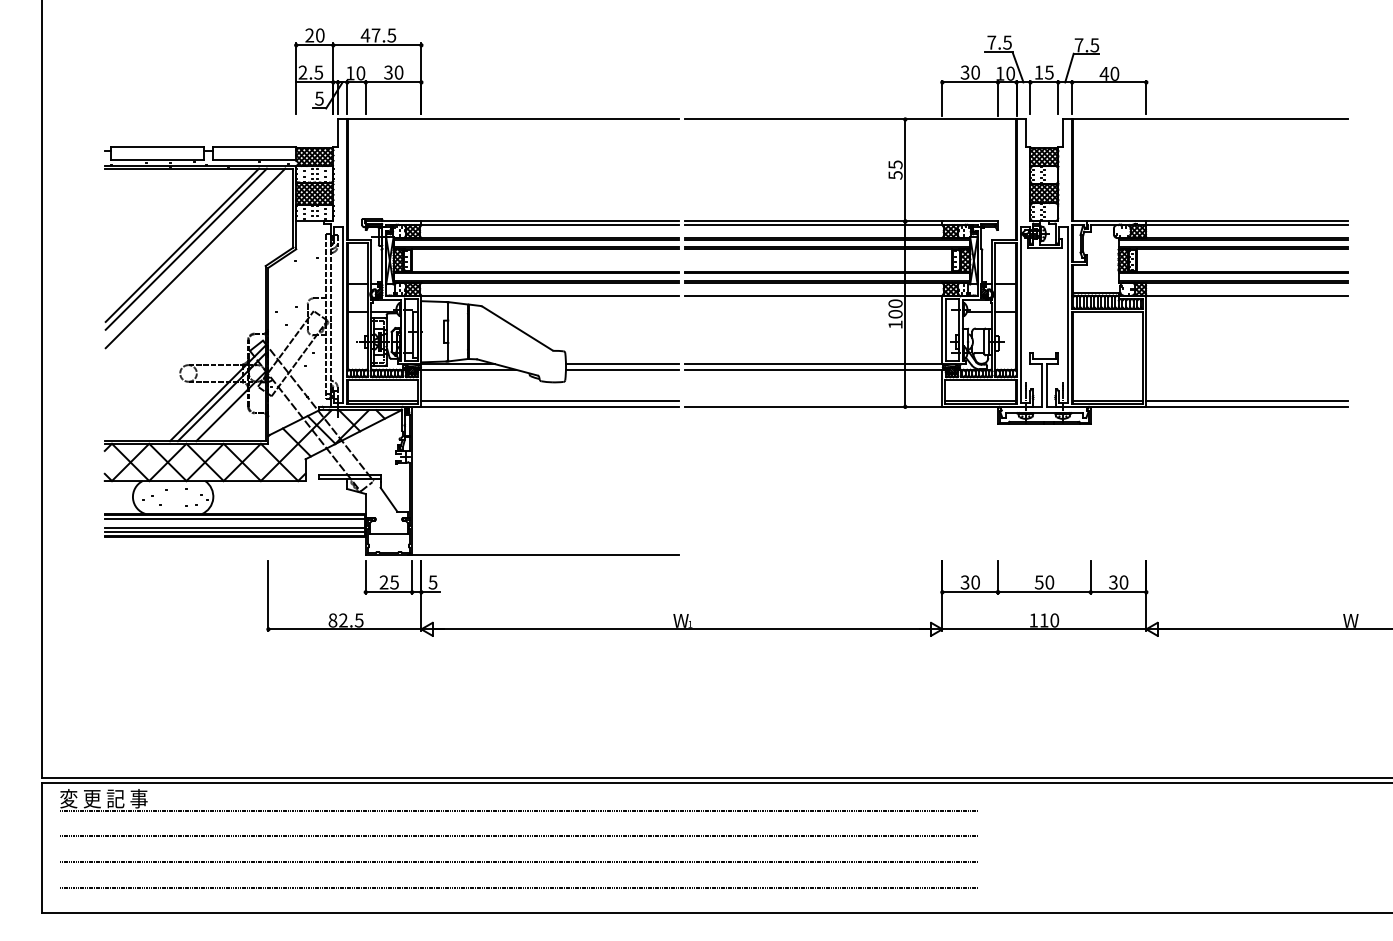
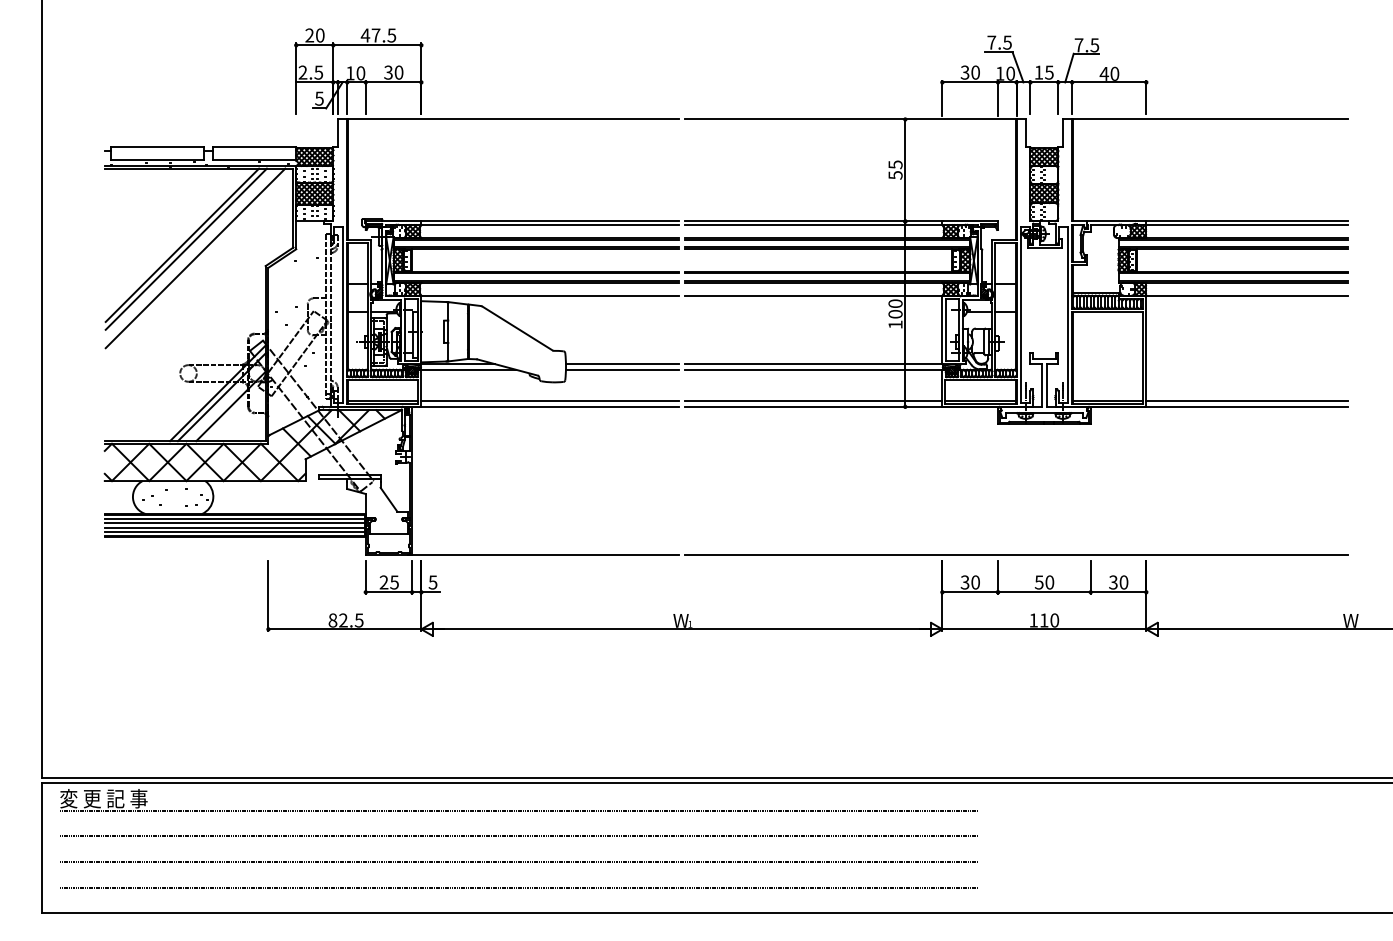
line at (813, 401): none -> present
line at (234, 523): none -> present
line at (1016, 555): none -> present
